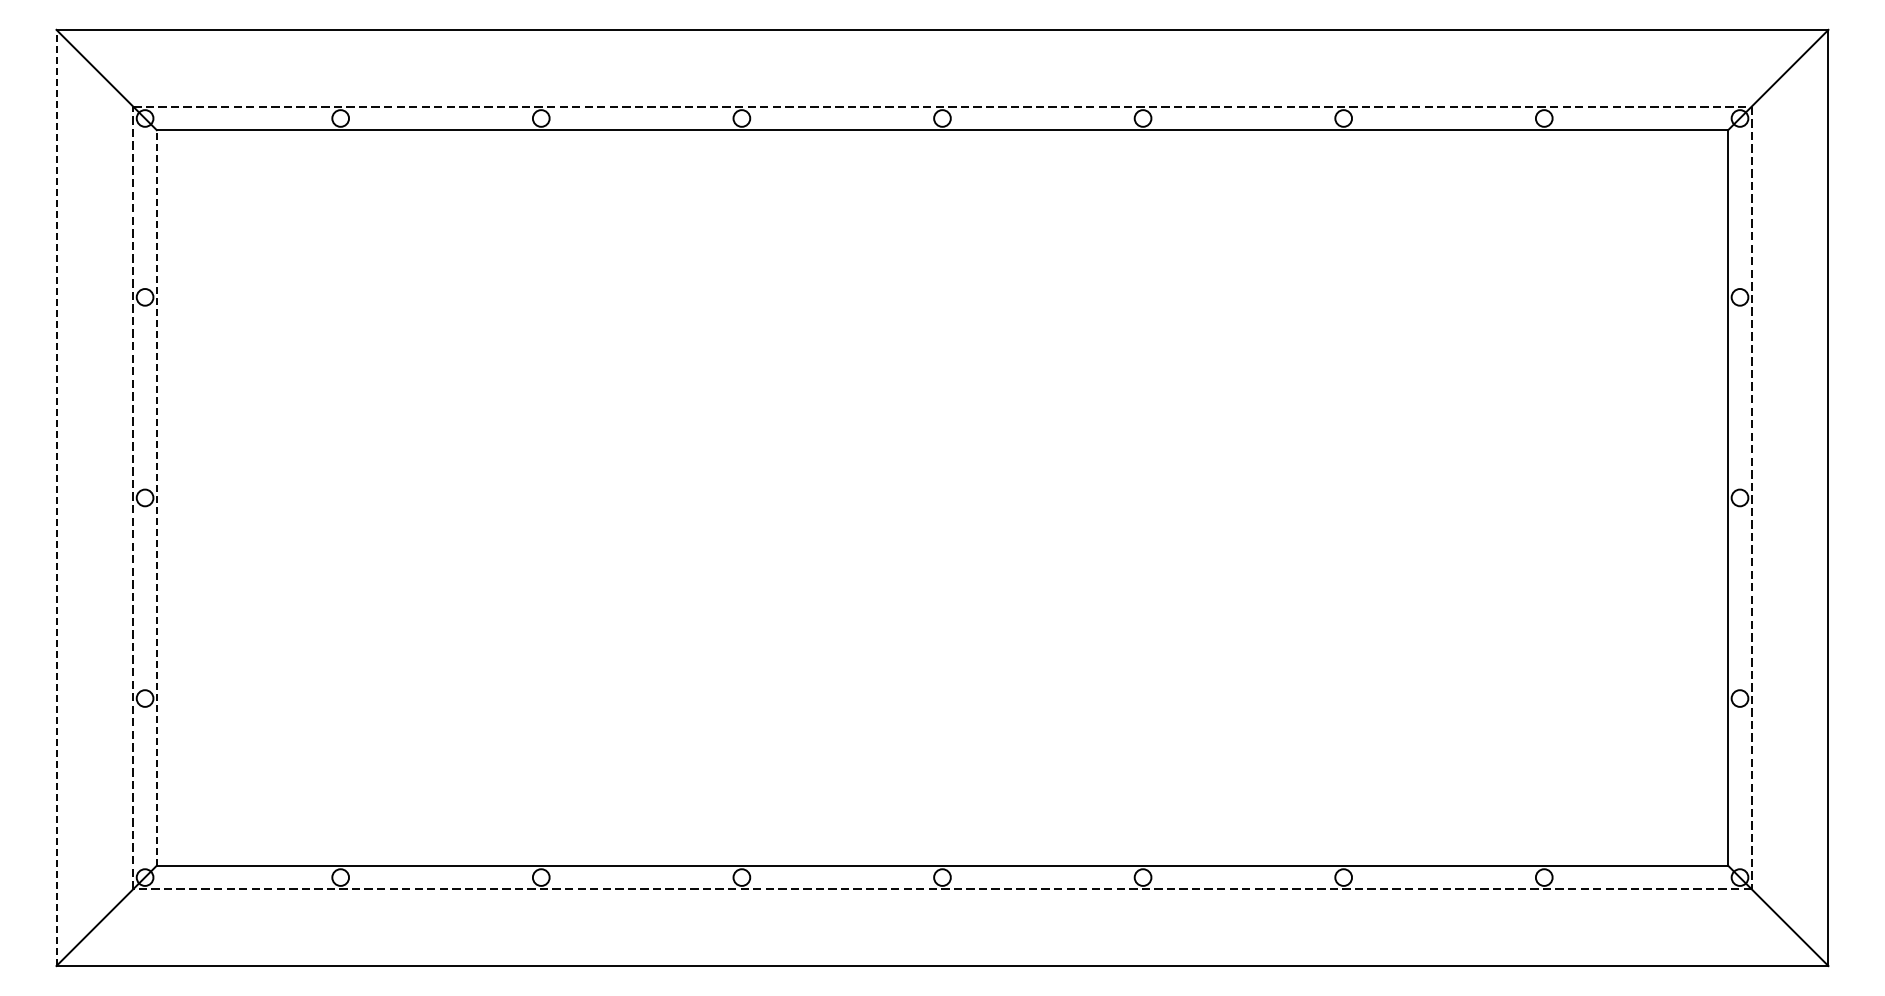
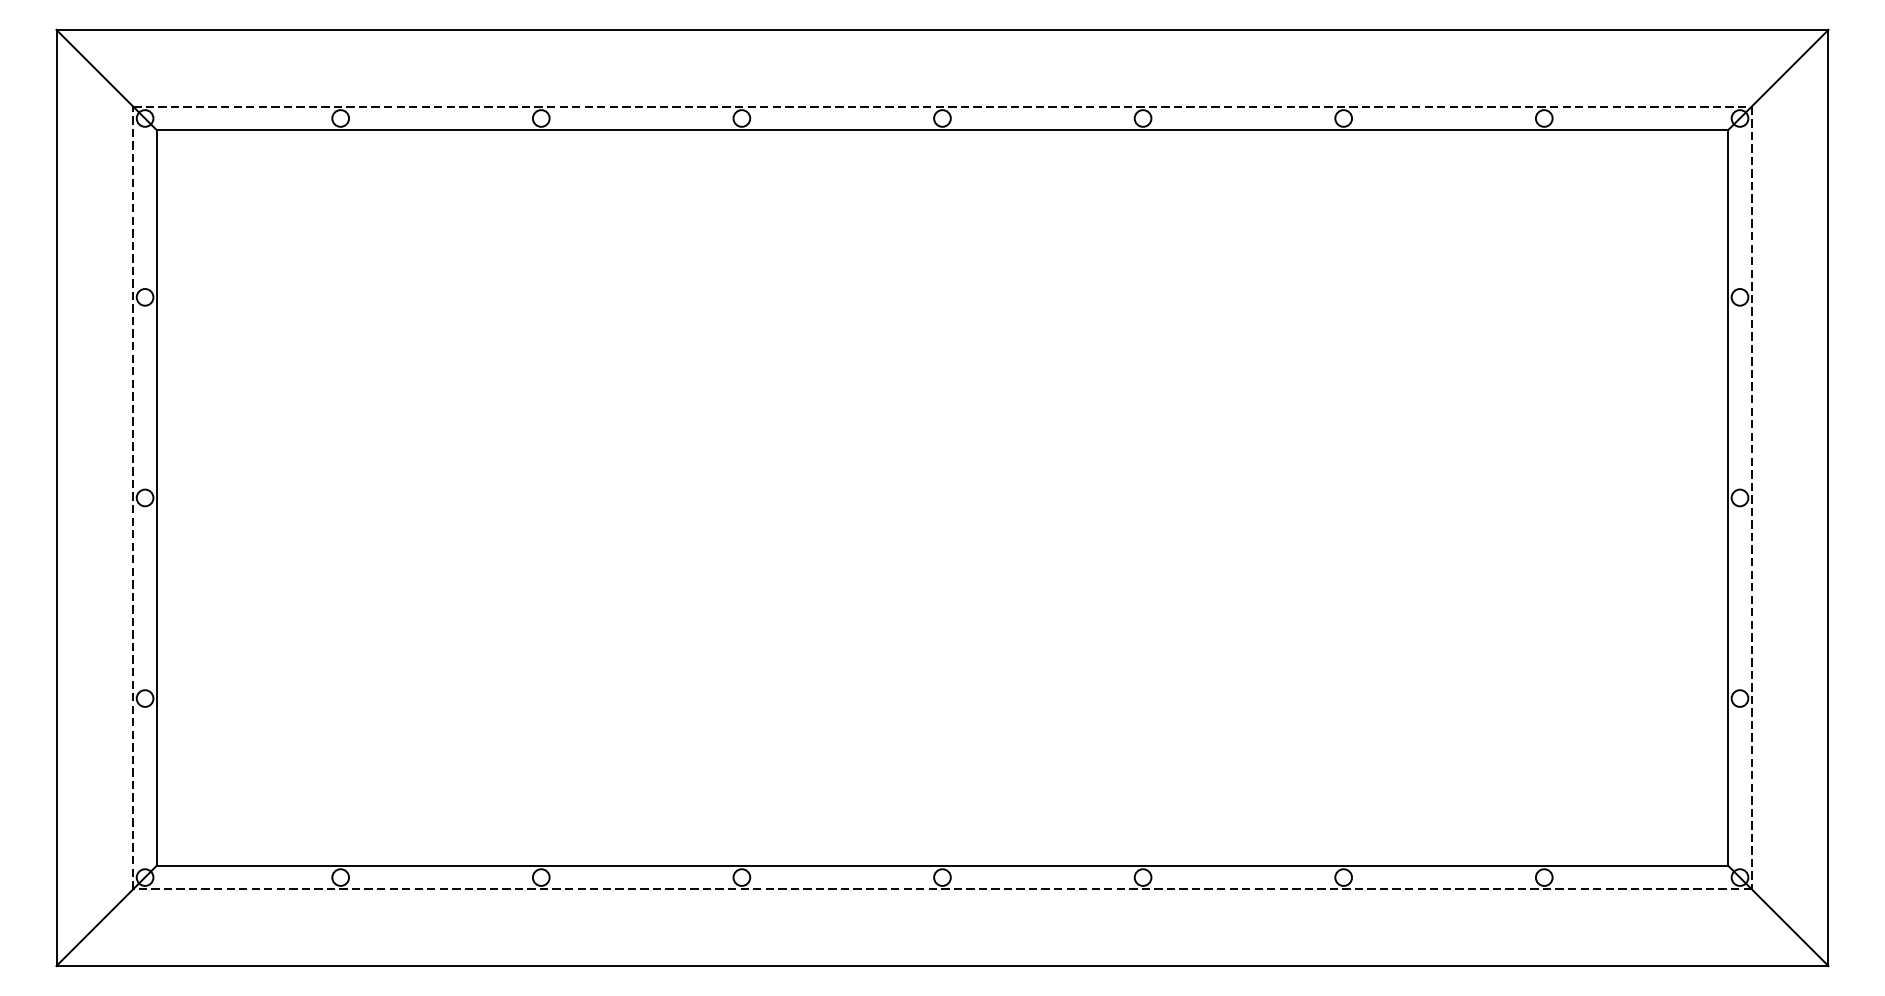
line at (56, 497): dashed -> solid
line at (156, 497): dashed -> solid
